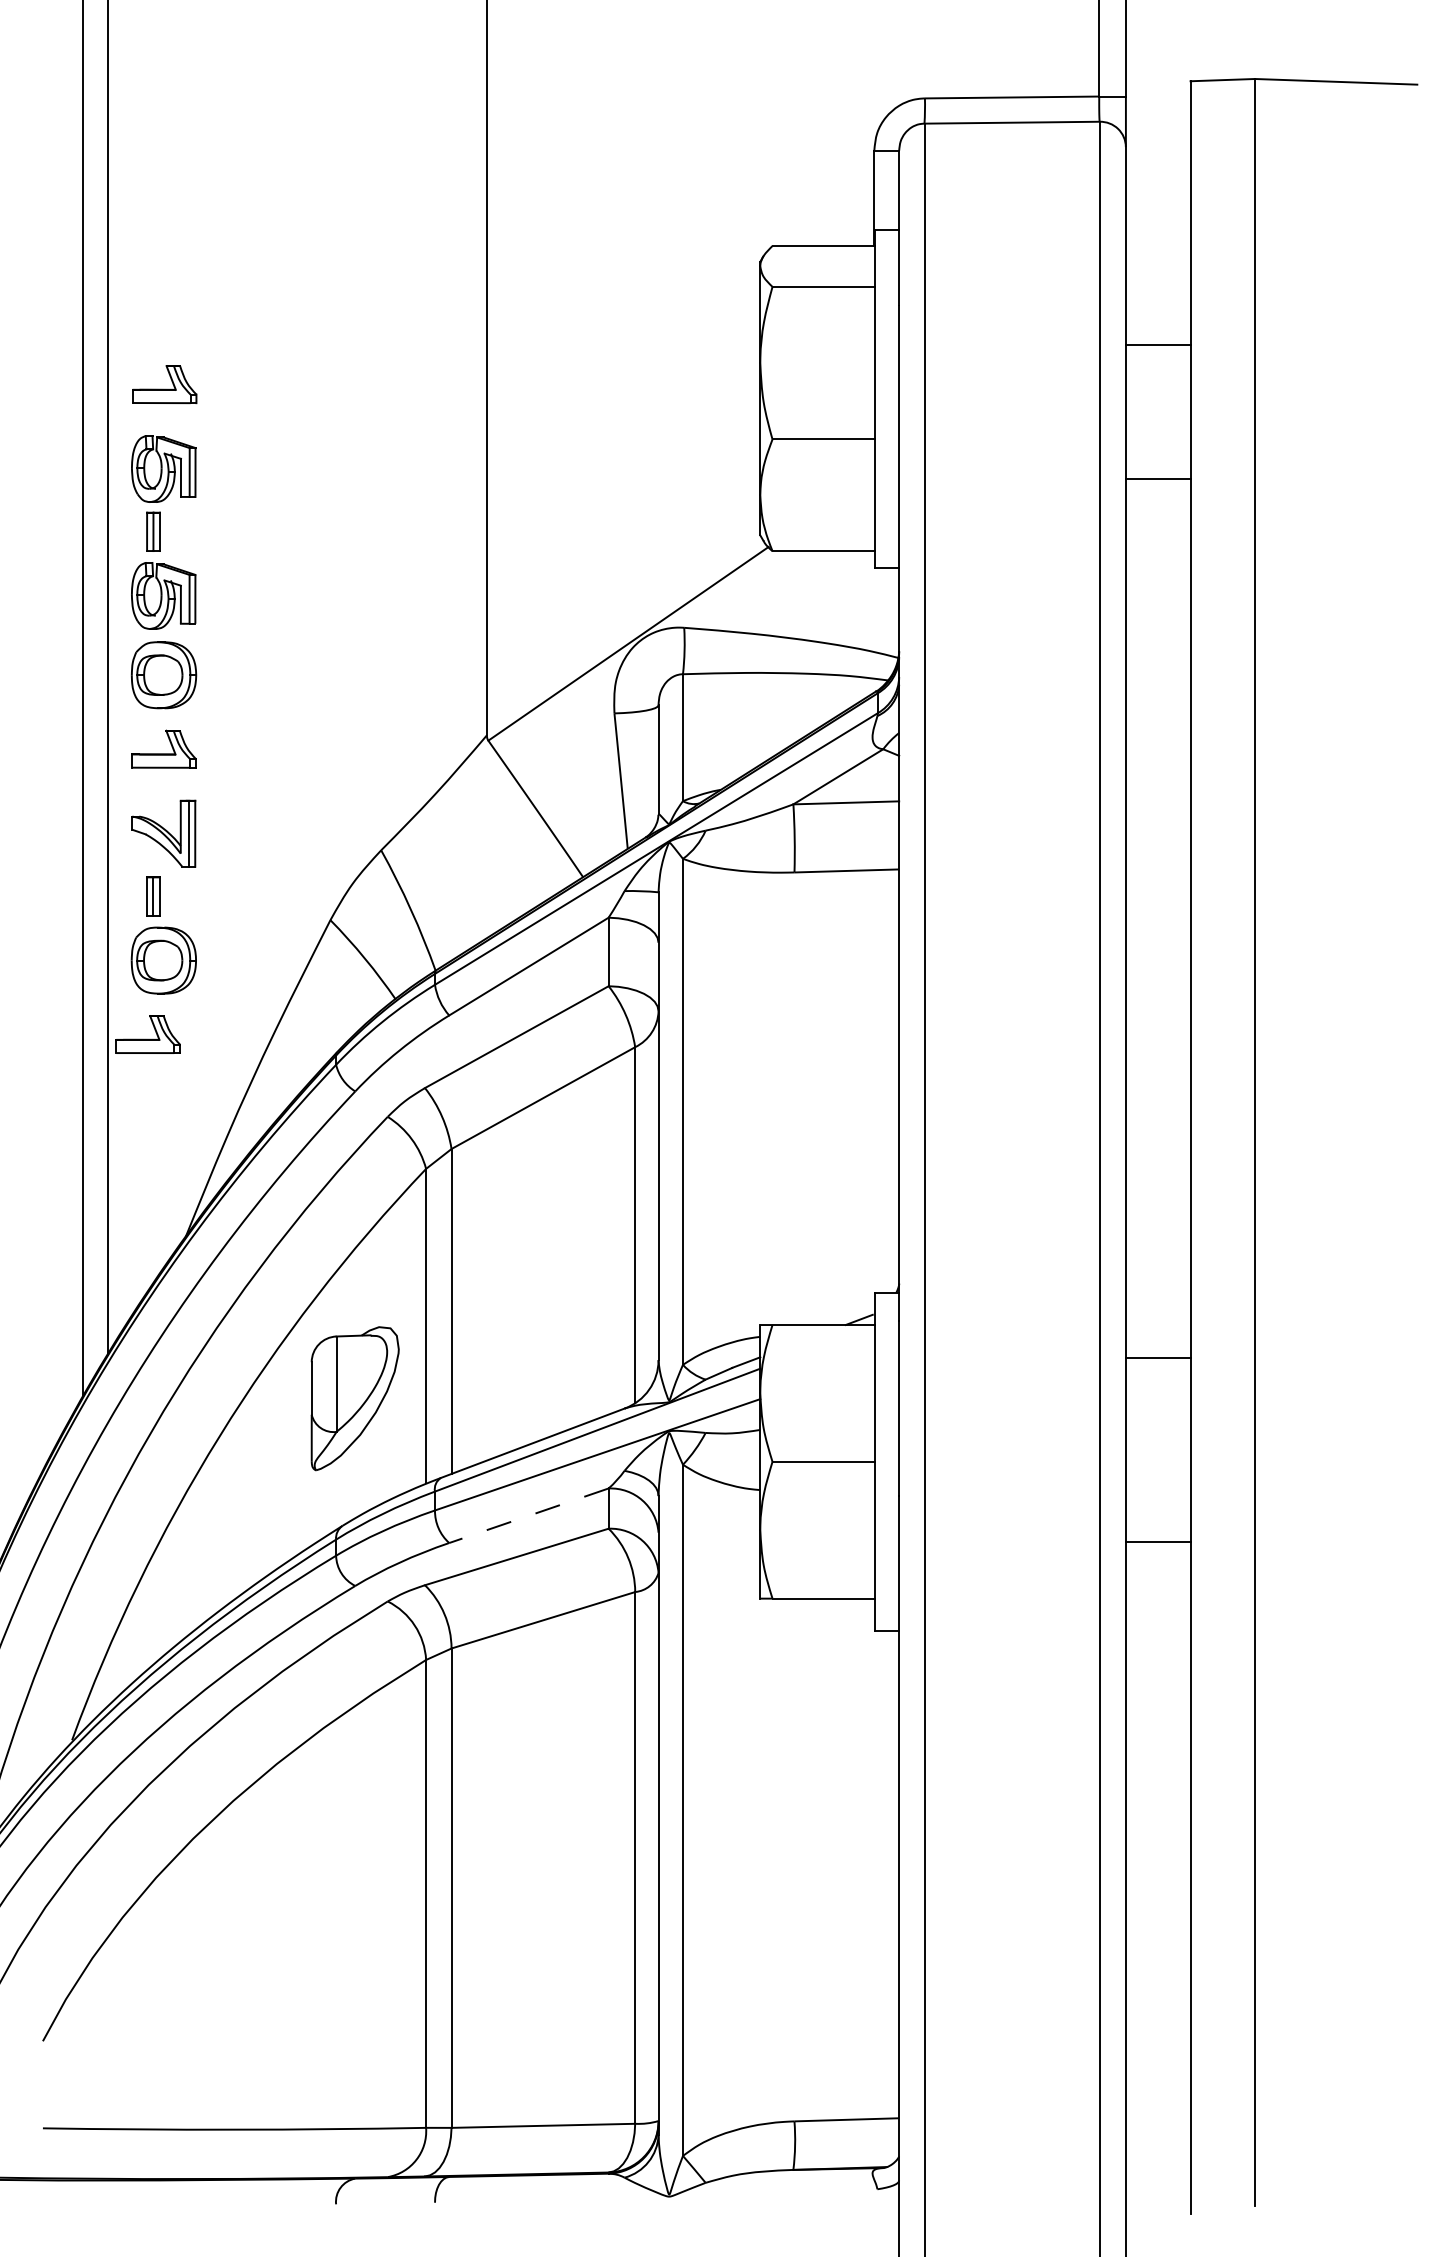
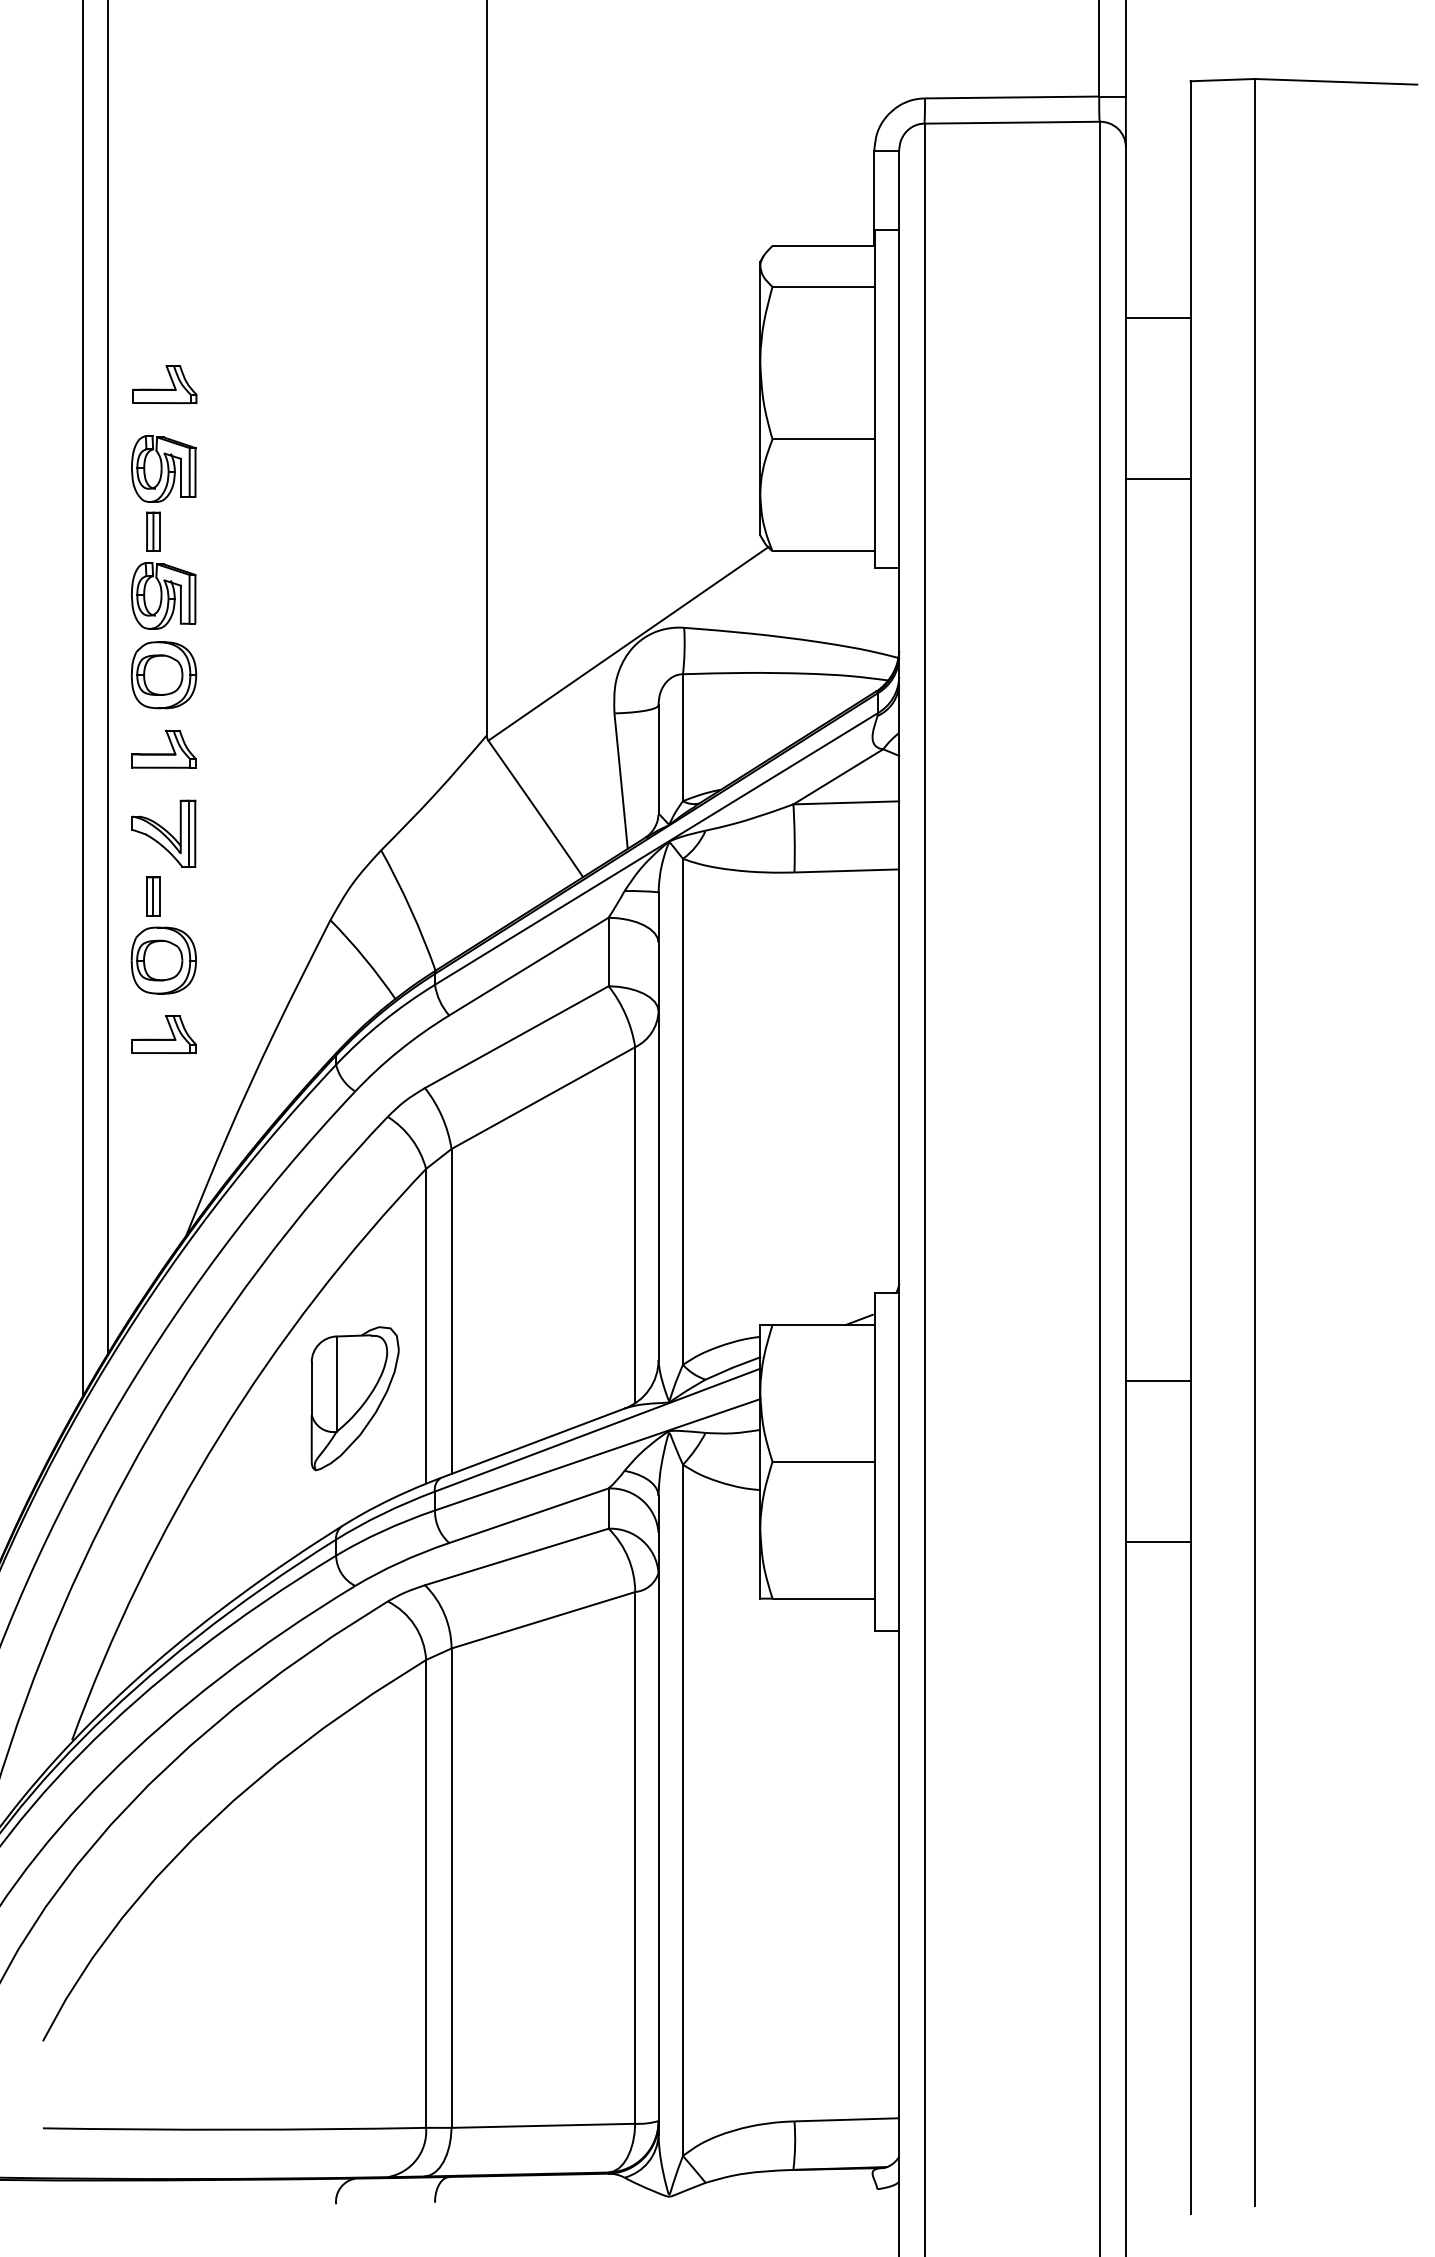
line at (1157, 345) position: (1157, 345) -> (1157, 318)
part at (147, 1034) position: (147, 1034) -> (163, 1034)
line at (1157, 1358) position: (1157, 1358) -> (1157, 1381)
line at (528, 1515): dashed -> solid
